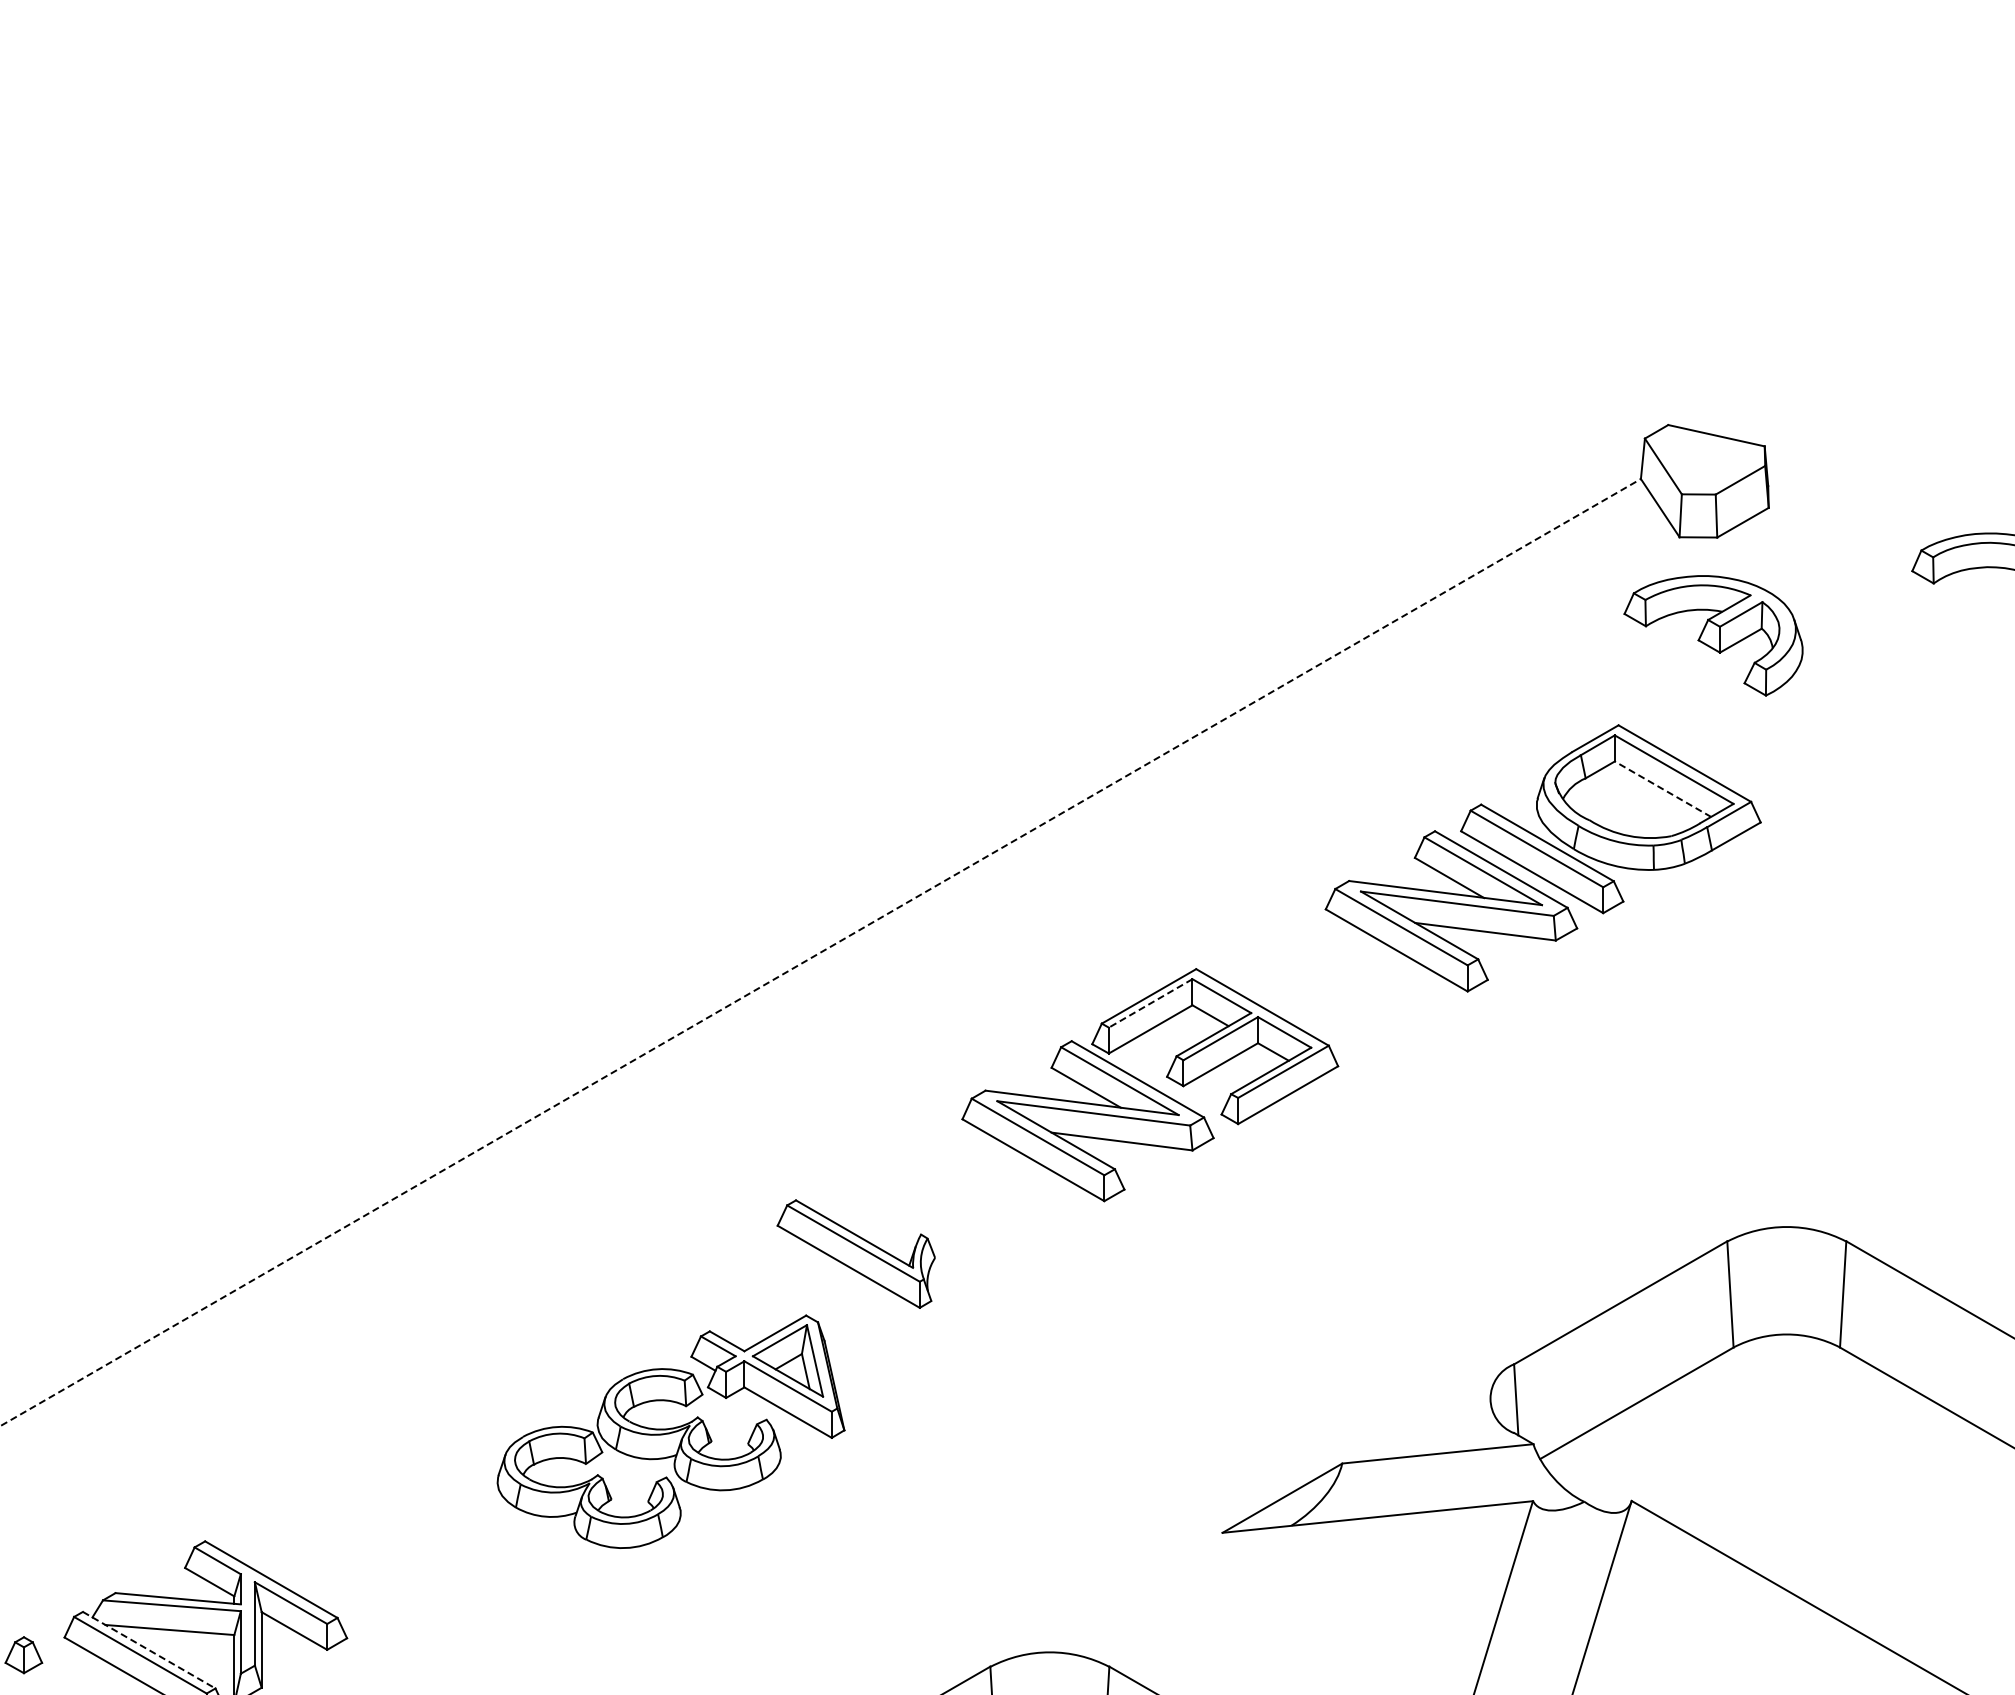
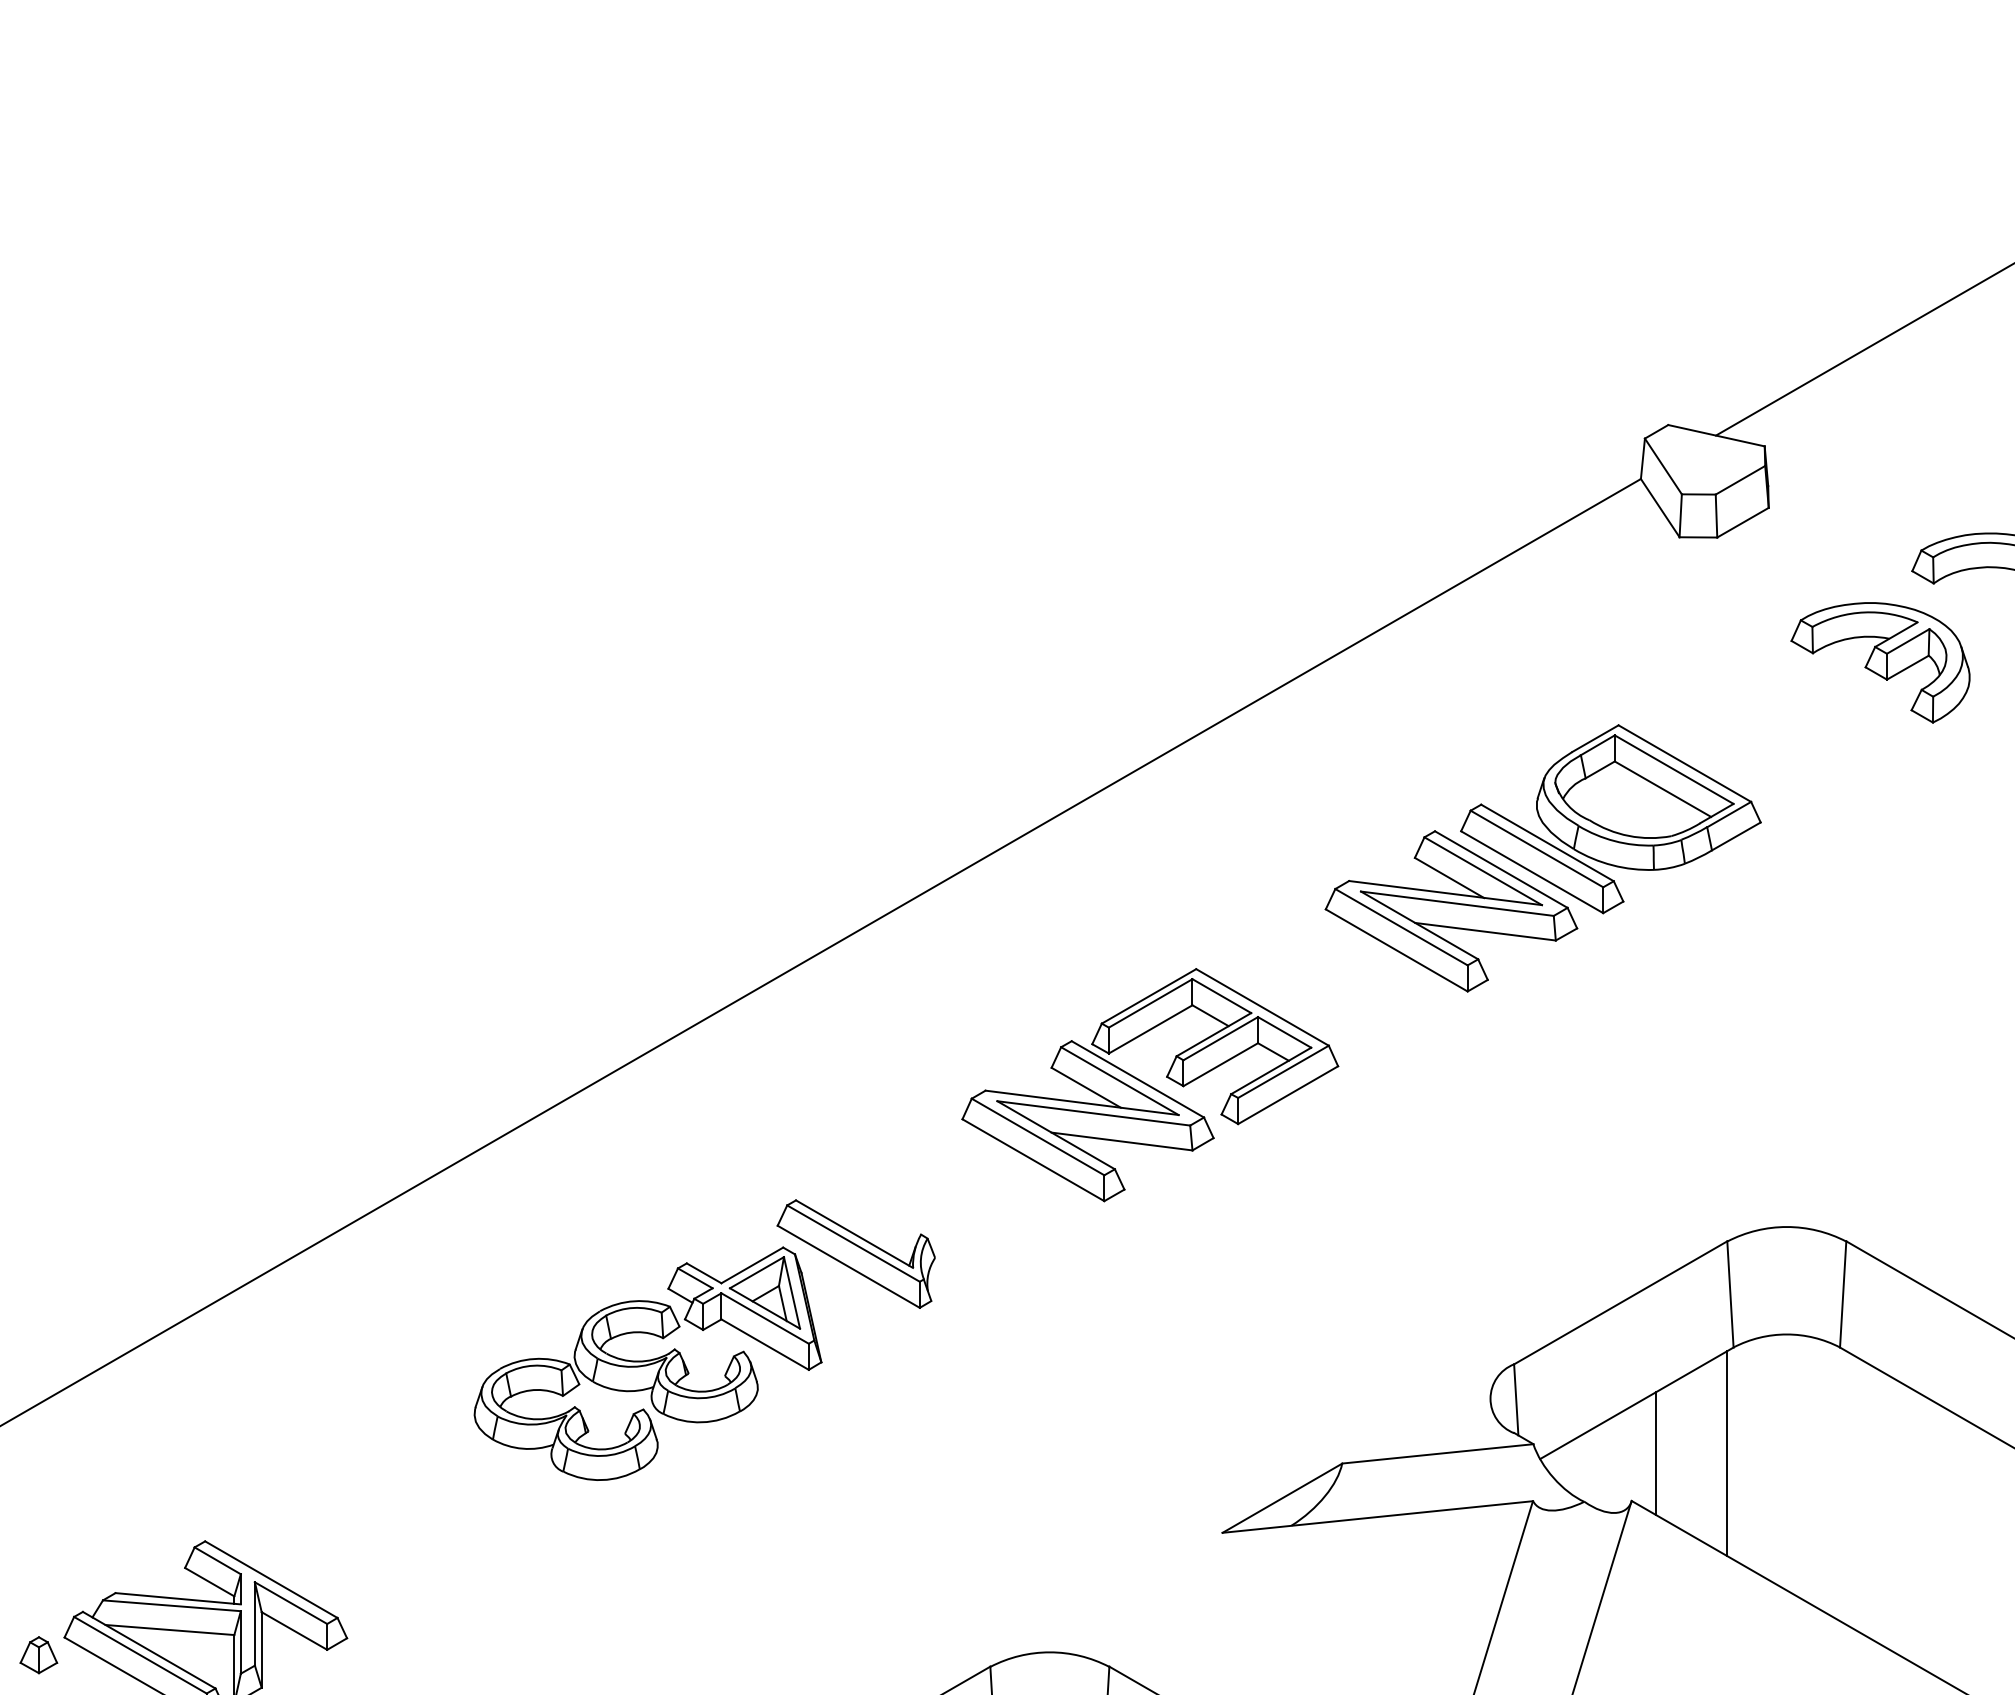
line at (1863, 350): none -> present
part at (1713, 635) position: (1713, 635) -> (1880, 662)
line at (1663, 789): dashed -> solid
line at (820, 952): dashed -> solid
line at (1150, 1003): dashed -> solid
part at (670, 1431) position: (670, 1431) -> (647, 1363)
line at (1656, 1453): none -> present
line at (1727, 1453): none -> present
line at (149, 1650): dashed -> solid
part at (23, 1655) position: (23, 1655) -> (38, 1655)
